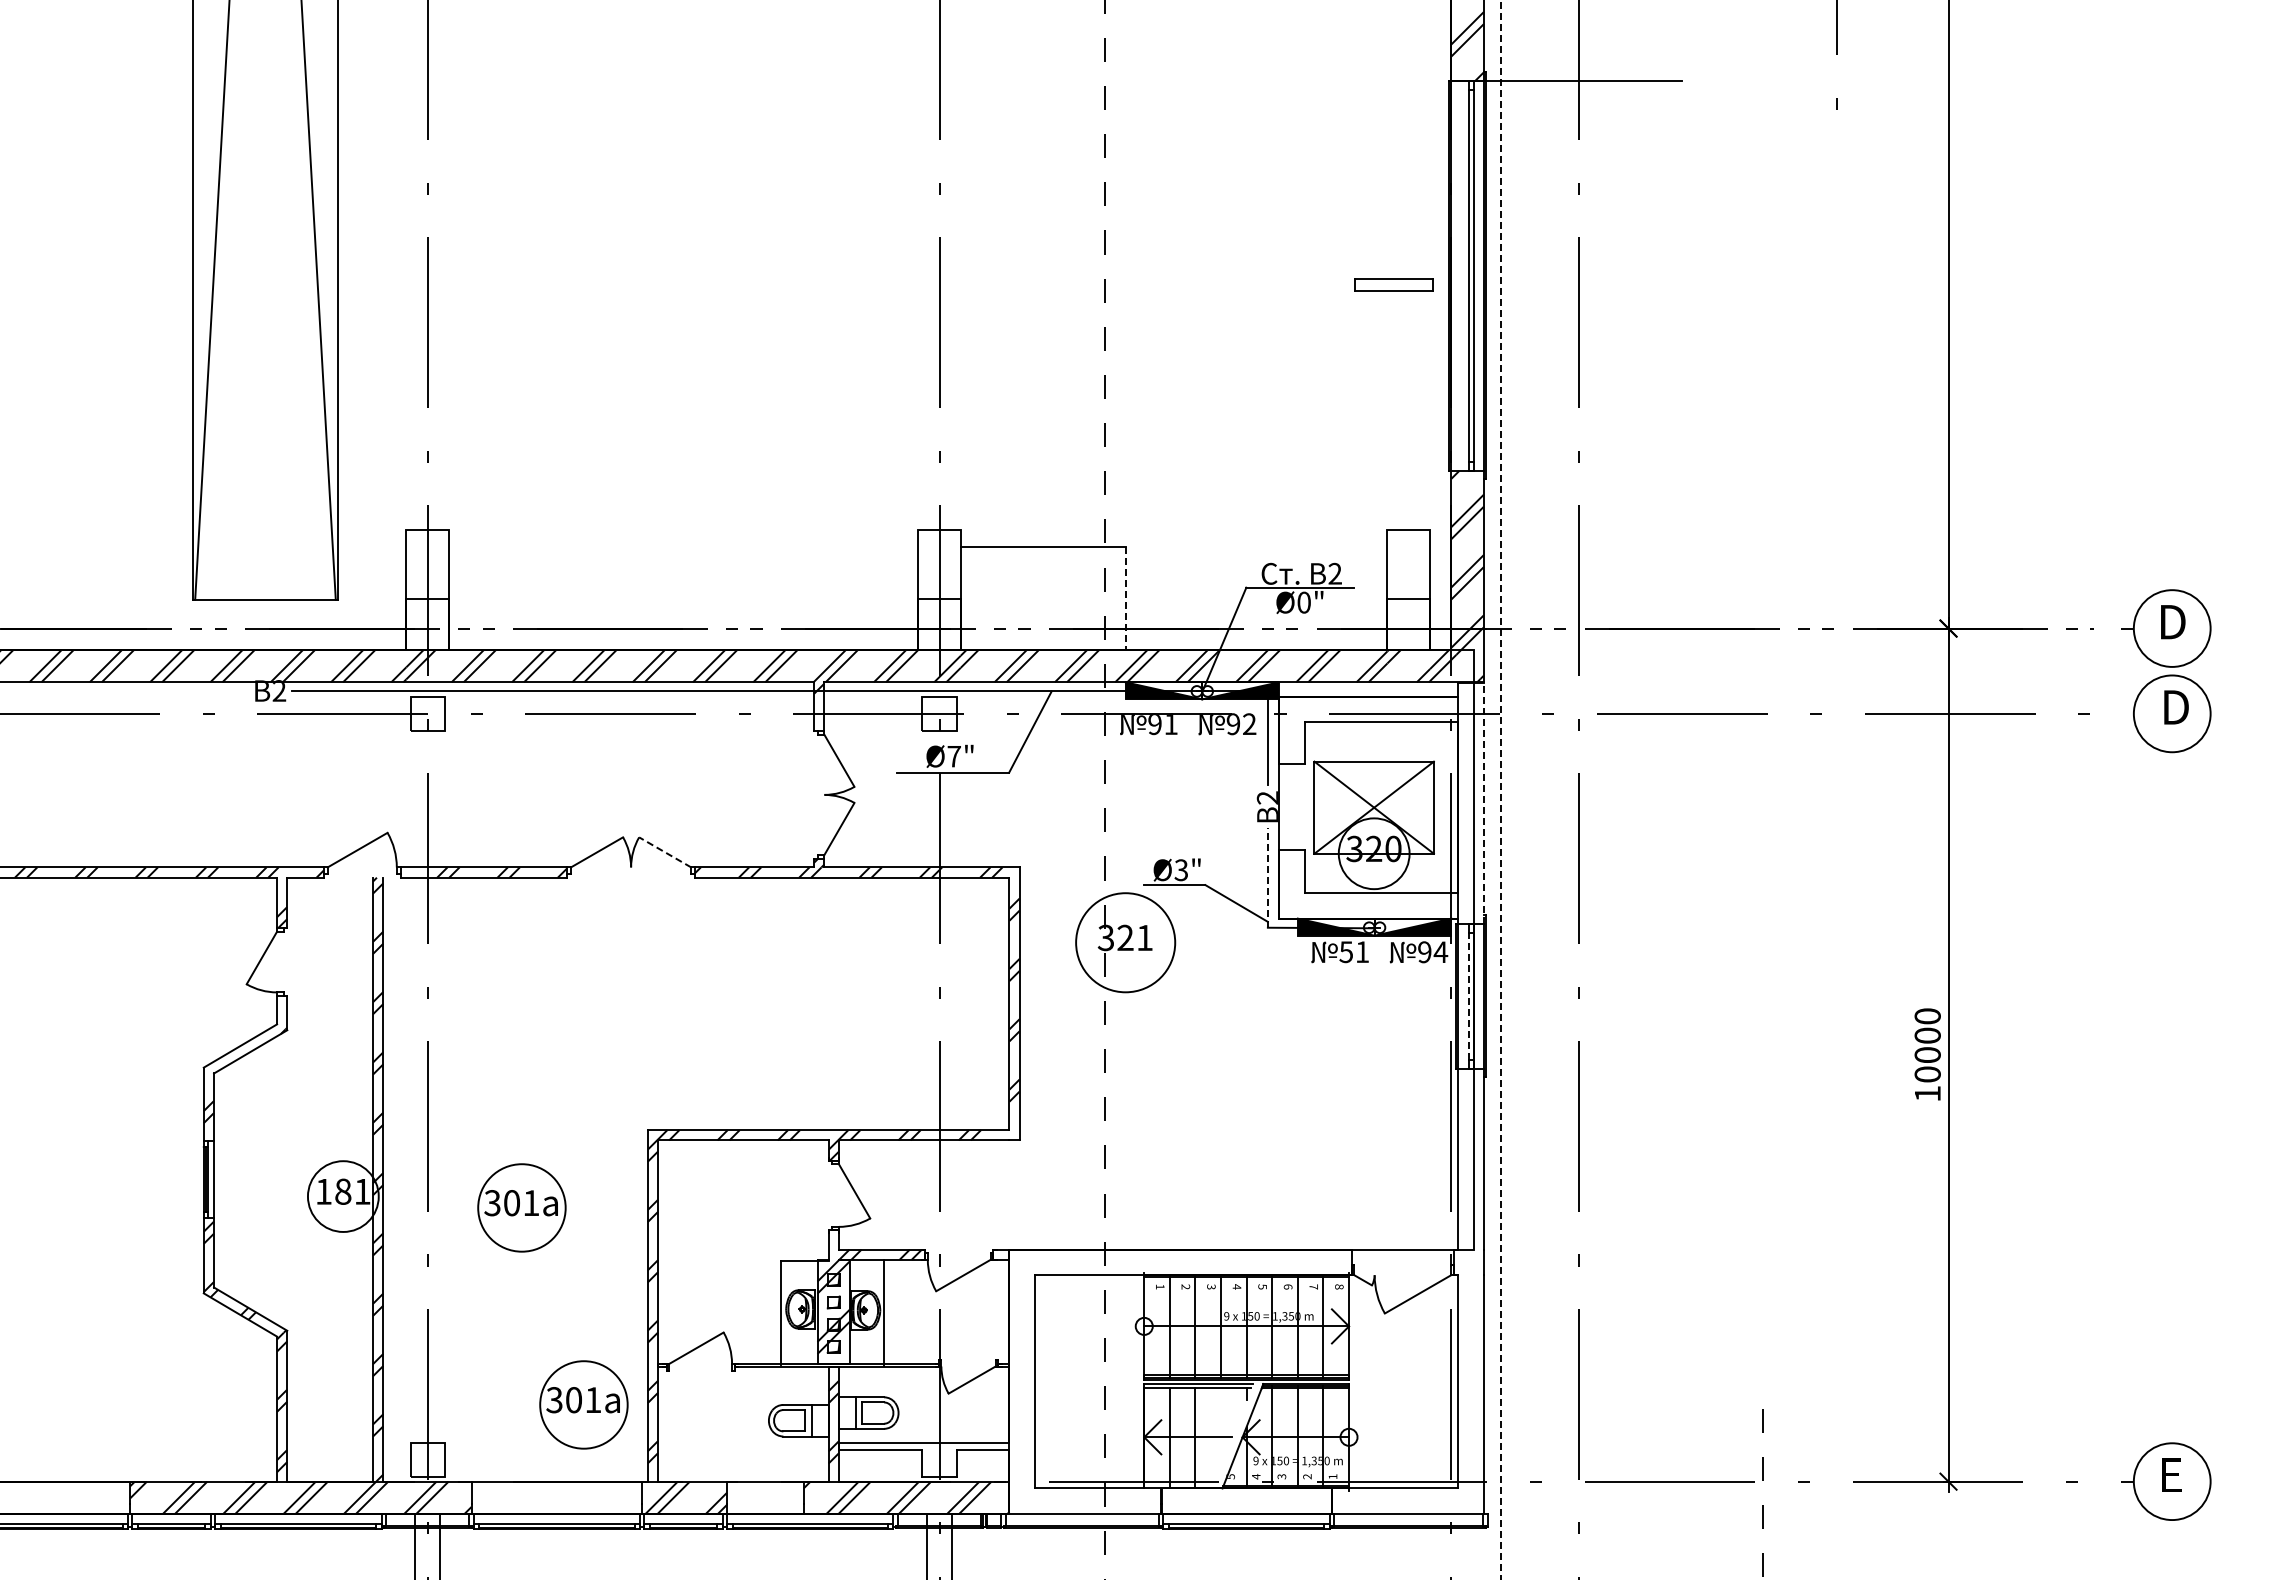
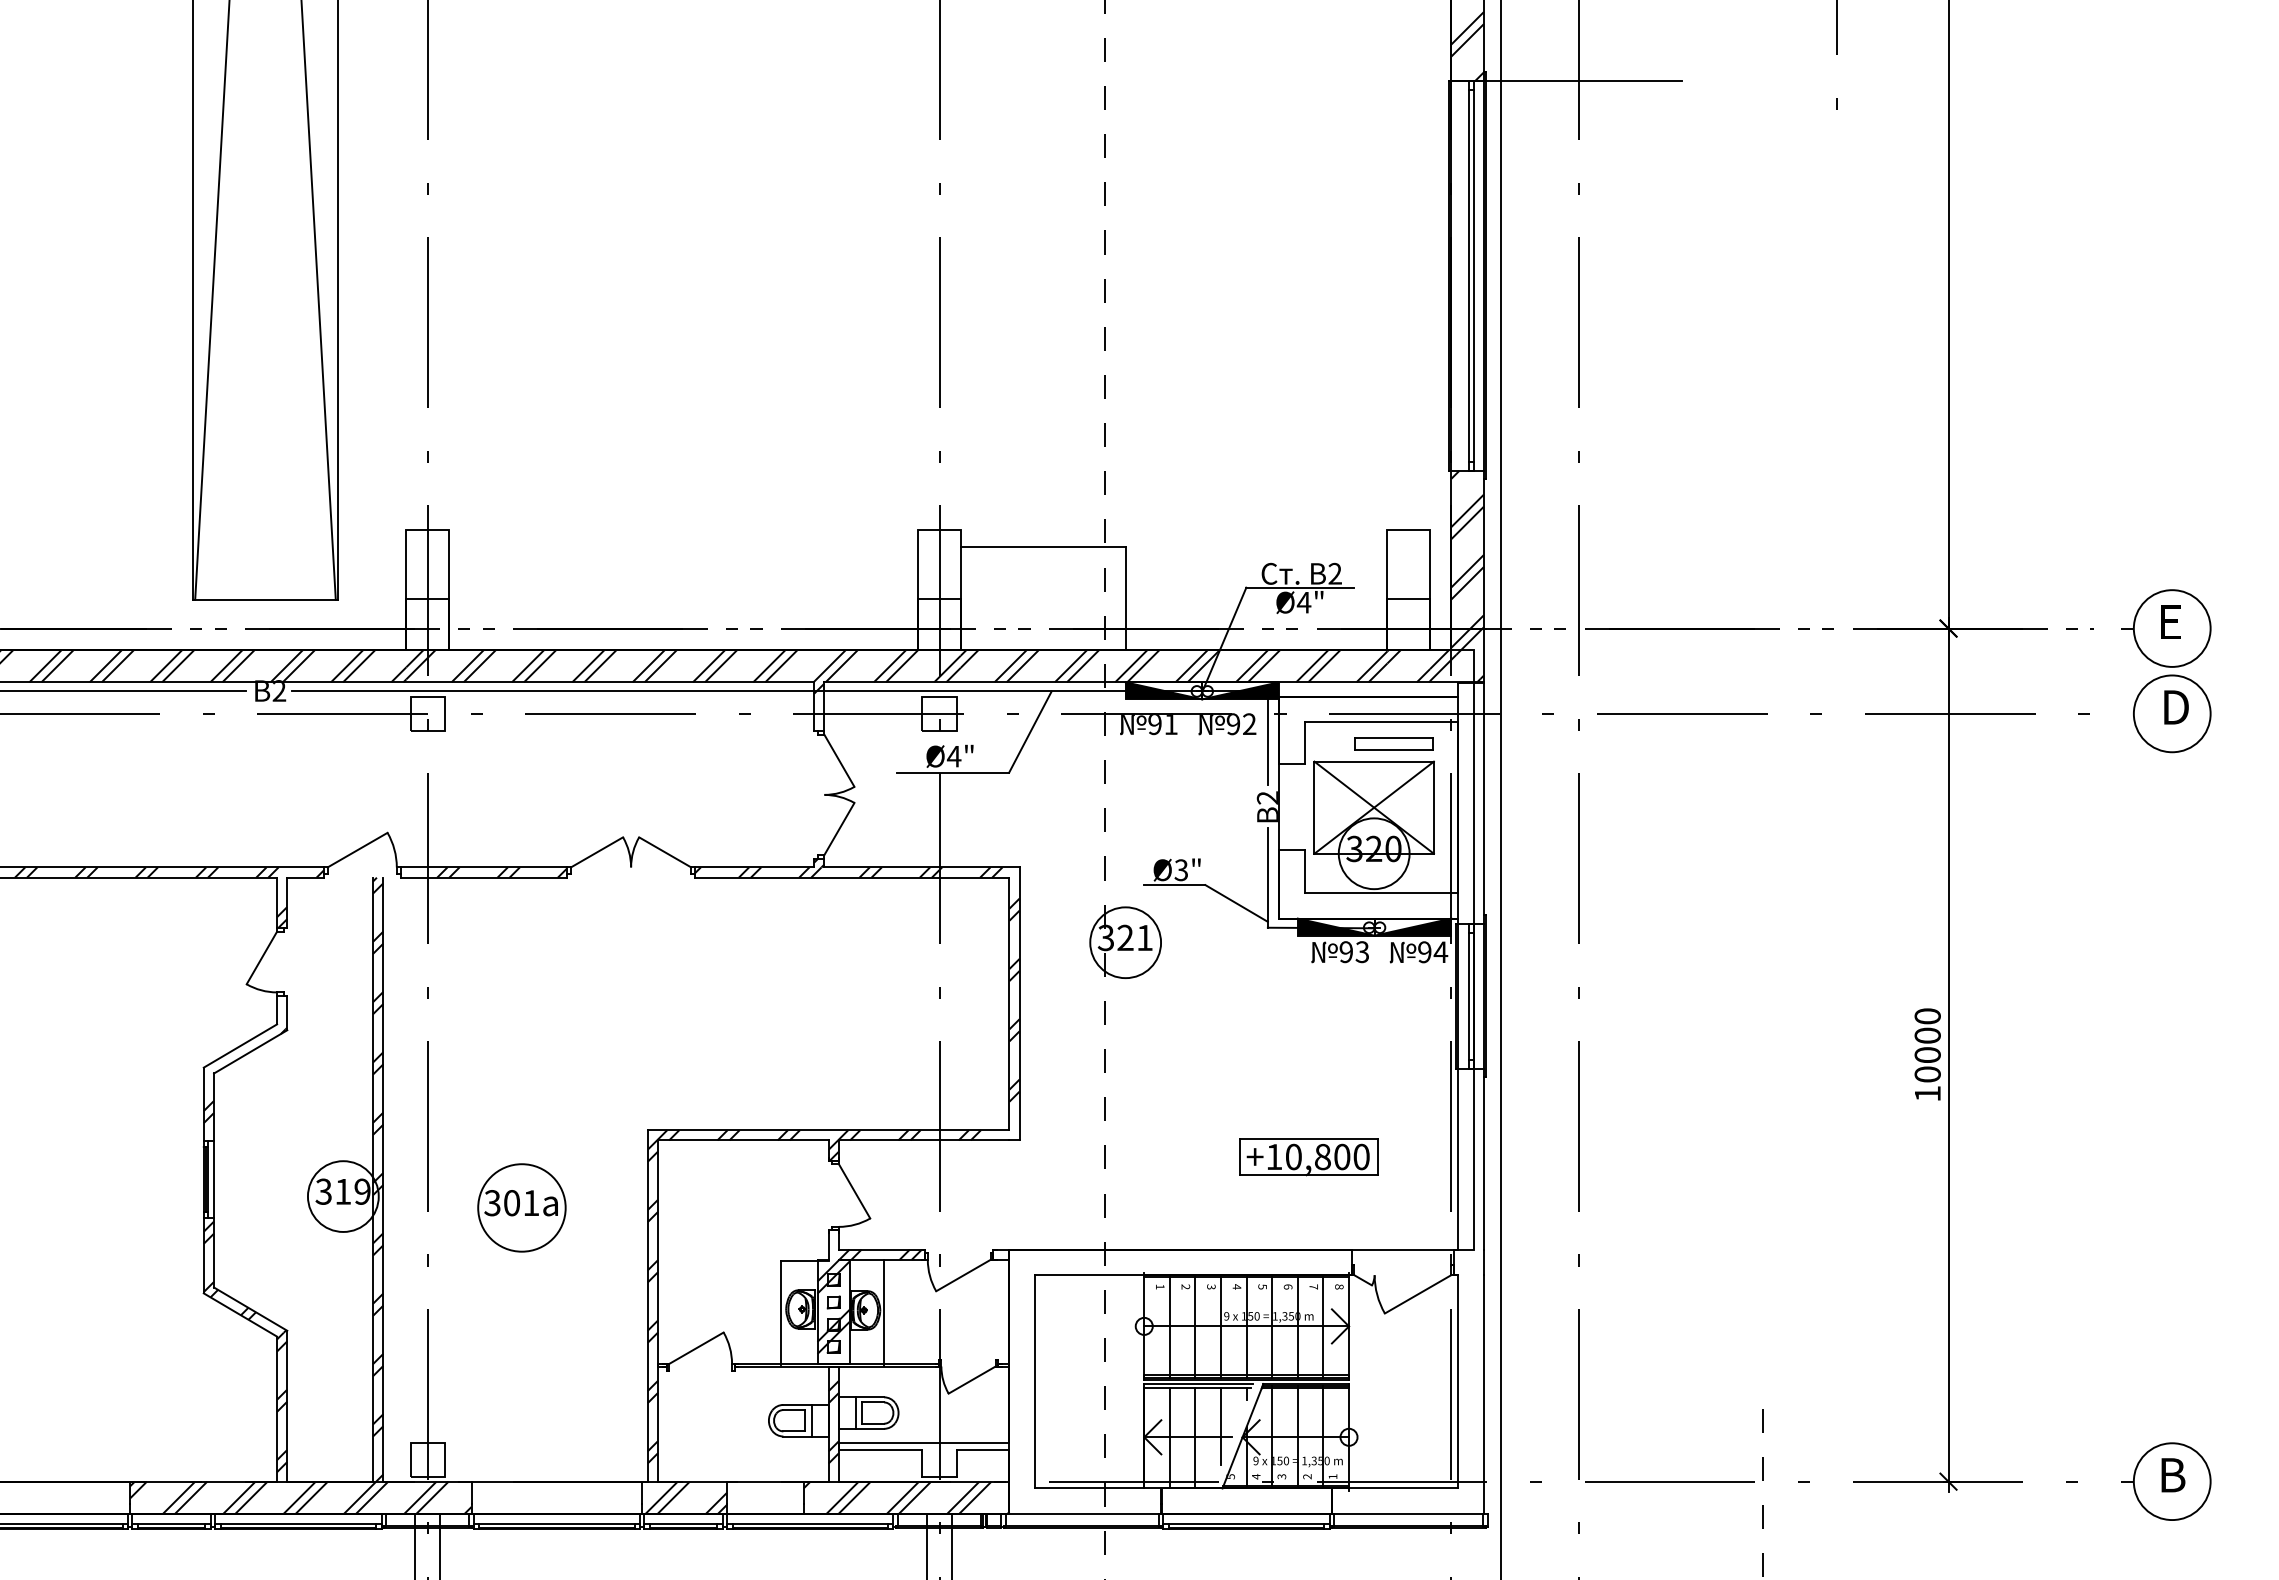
part at (1393, 284) position: (1393, 284) -> (1393, 743)
line at (1126, 598): dashed -> solid
text at (1303, 602): Ø0" -> Ø4"
text at (2173, 622): D -> E
line at (124, 691): none -> present
text at (953, 756): Ø7" -> Ø4"
line at (1501, 790): dashed -> solid
line at (1483, 802): dashed -> solid
line at (664, 852): dashed -> solid
line at (1267, 878): dashed -> solid
circle at (1125, 942) diameter: 99 px -> 71 px
text at (1353, 952): 51 -> 93
line at (1469, 996): dashed -> solid
part at (1308, 1157): none -> present
text at (342, 1191): 181 -> 319
part at (583, 1404): present -> none
line at (1221, 1426): none -> present
text at (2173, 1475): E -> B
